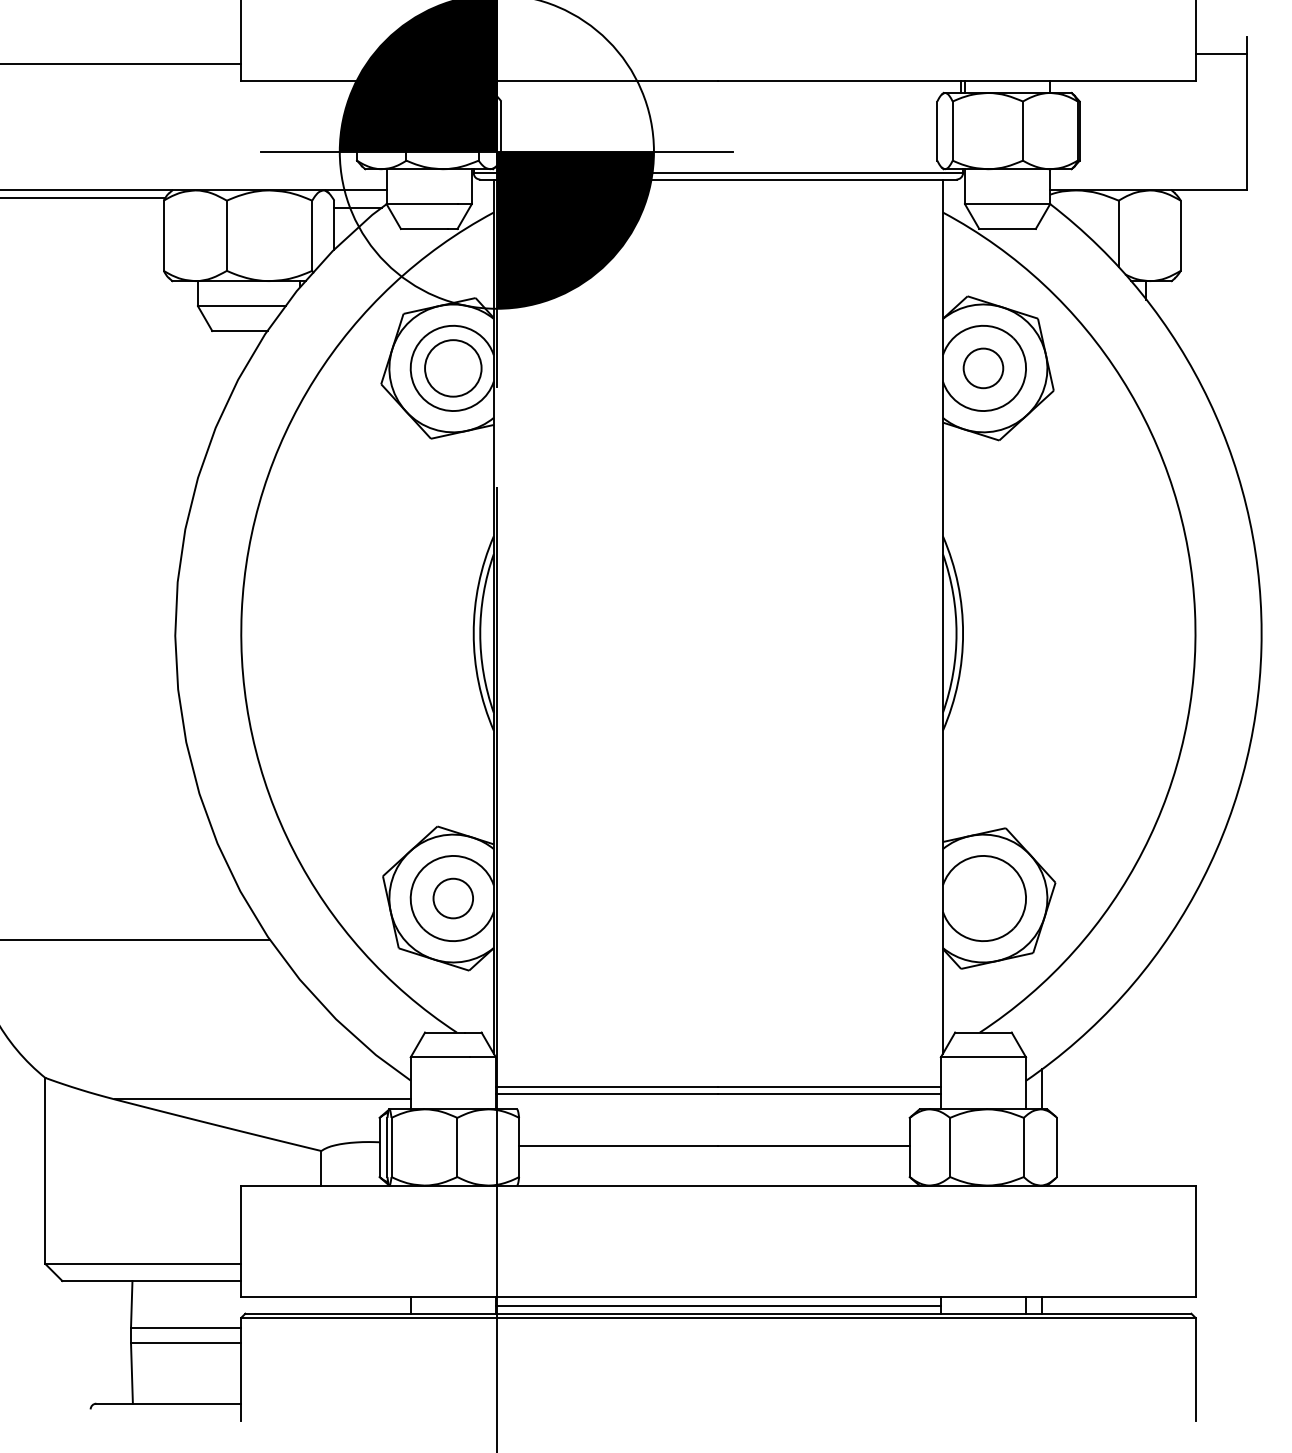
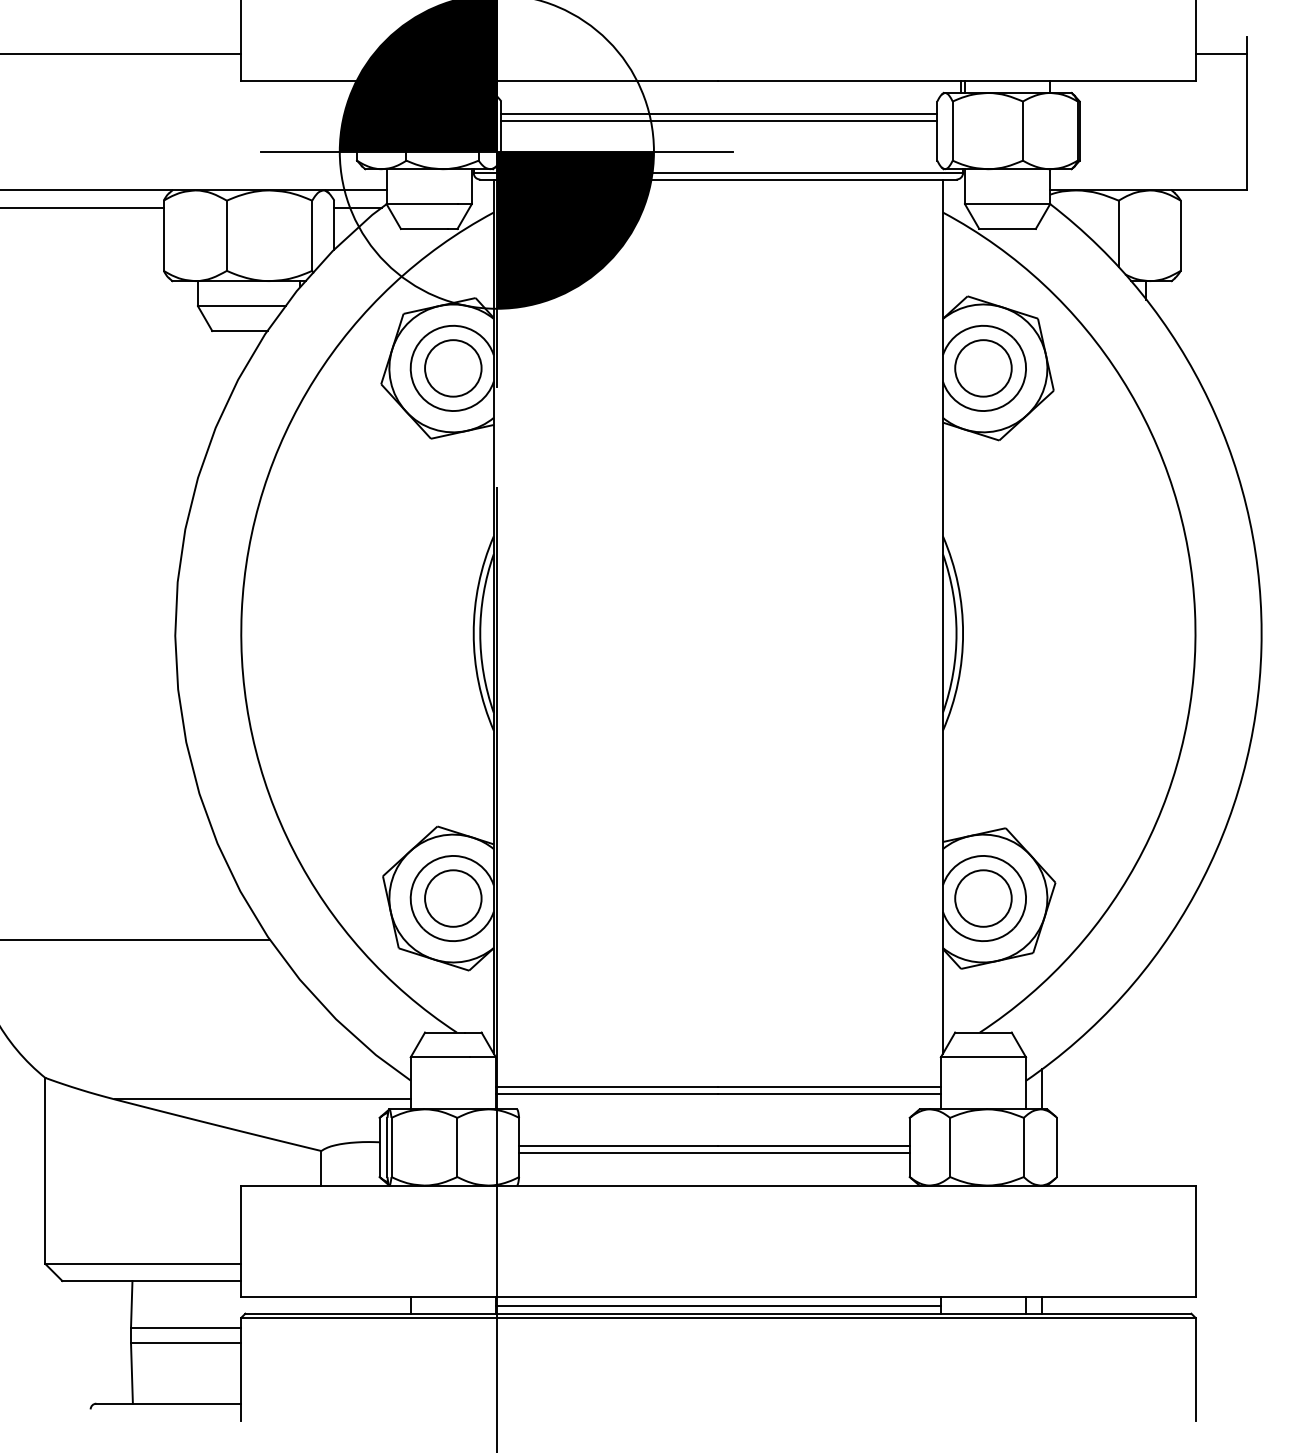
line at (121, 64) position: (121, 64) -> (121, 54)
line at (719, 114): none -> present
line at (719, 120): none -> present
line at (82, 197) position: (82, 197) -> (82, 207)
circle at (983, 368) diameter: 40 px -> 57 px
circle at (453, 898) diameter: 40 px -> 57 px
circle at (983, 898): none -> present
line at (714, 1152): none -> present
